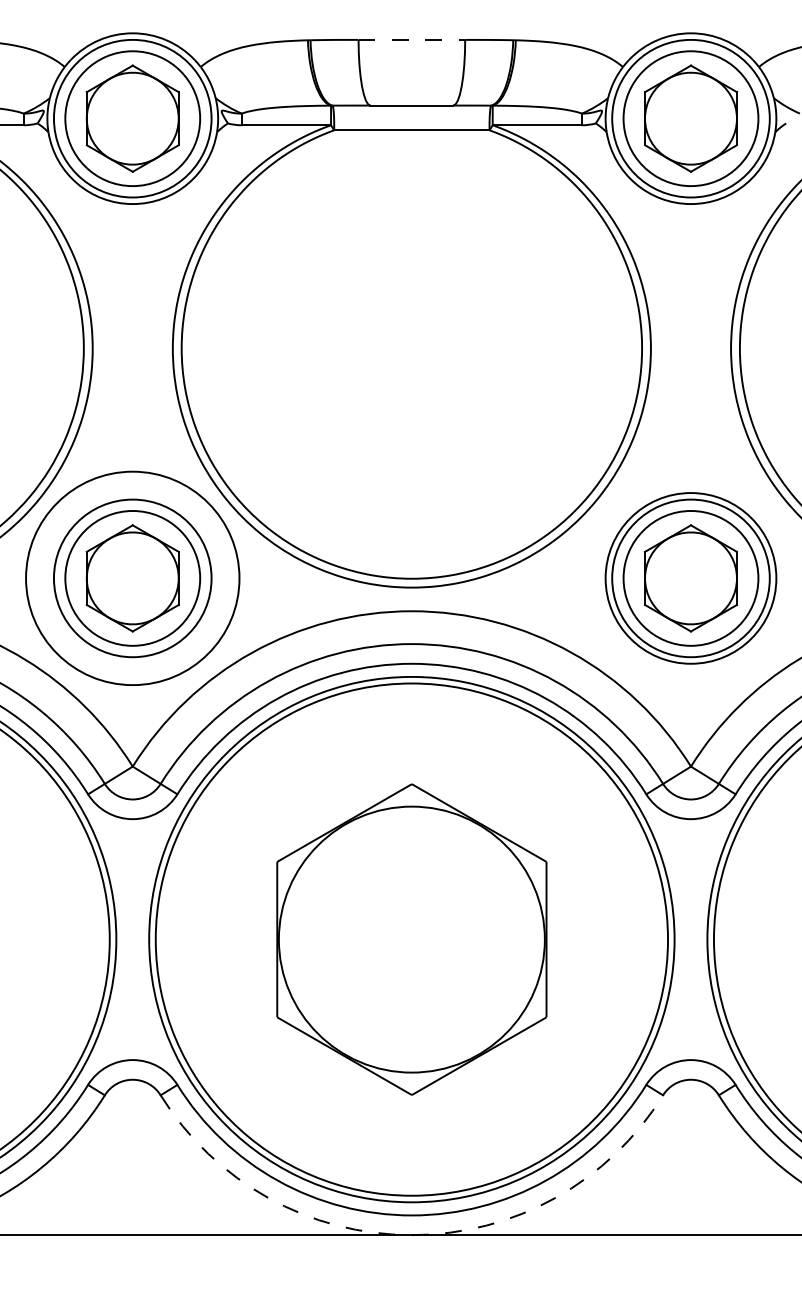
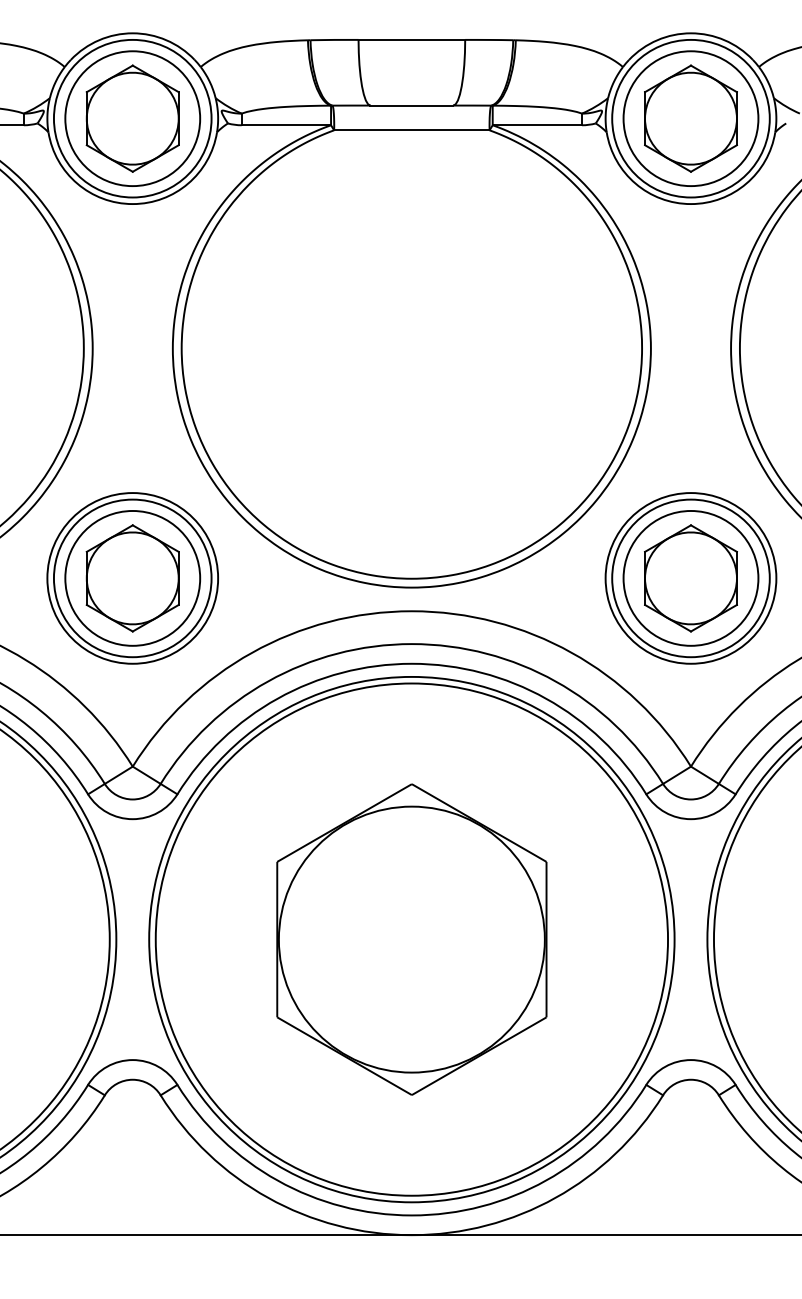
line at (412, 39): dashed -> solid
circle at (132, 578) diameter: 213 px -> 171 px
arc at (411, 1235): dashed -> solid
